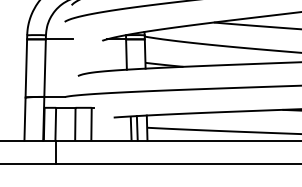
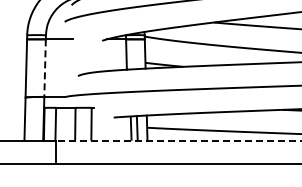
line at (45, 68): solid -> dashed
line at (178, 140): solid -> dashed
